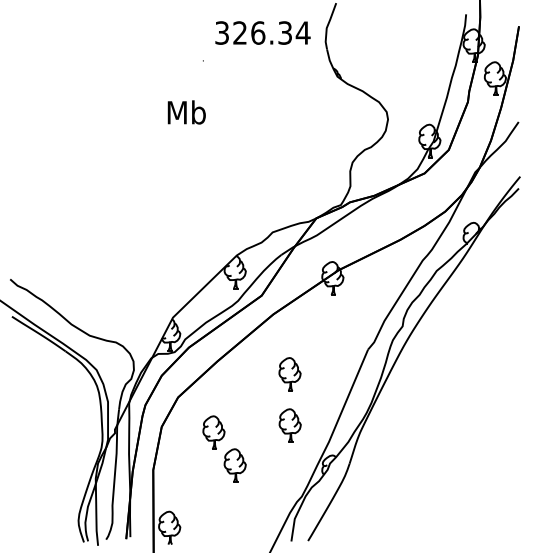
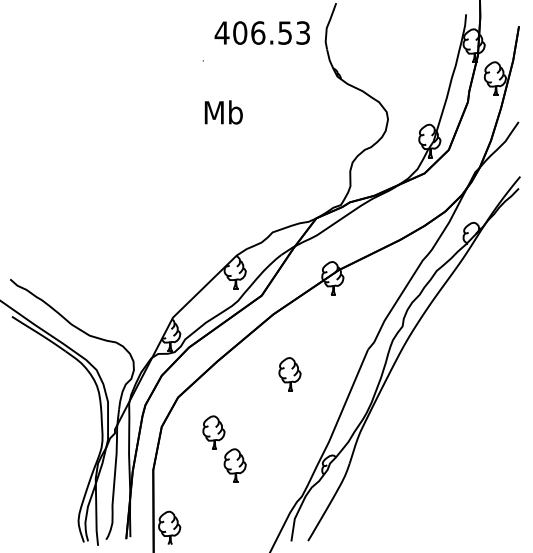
text at (262, 32): 326.34 -> 406.53
text at (186, 112) position: (186, 112) -> (223, 112)
part at (289, 425): present -> none
